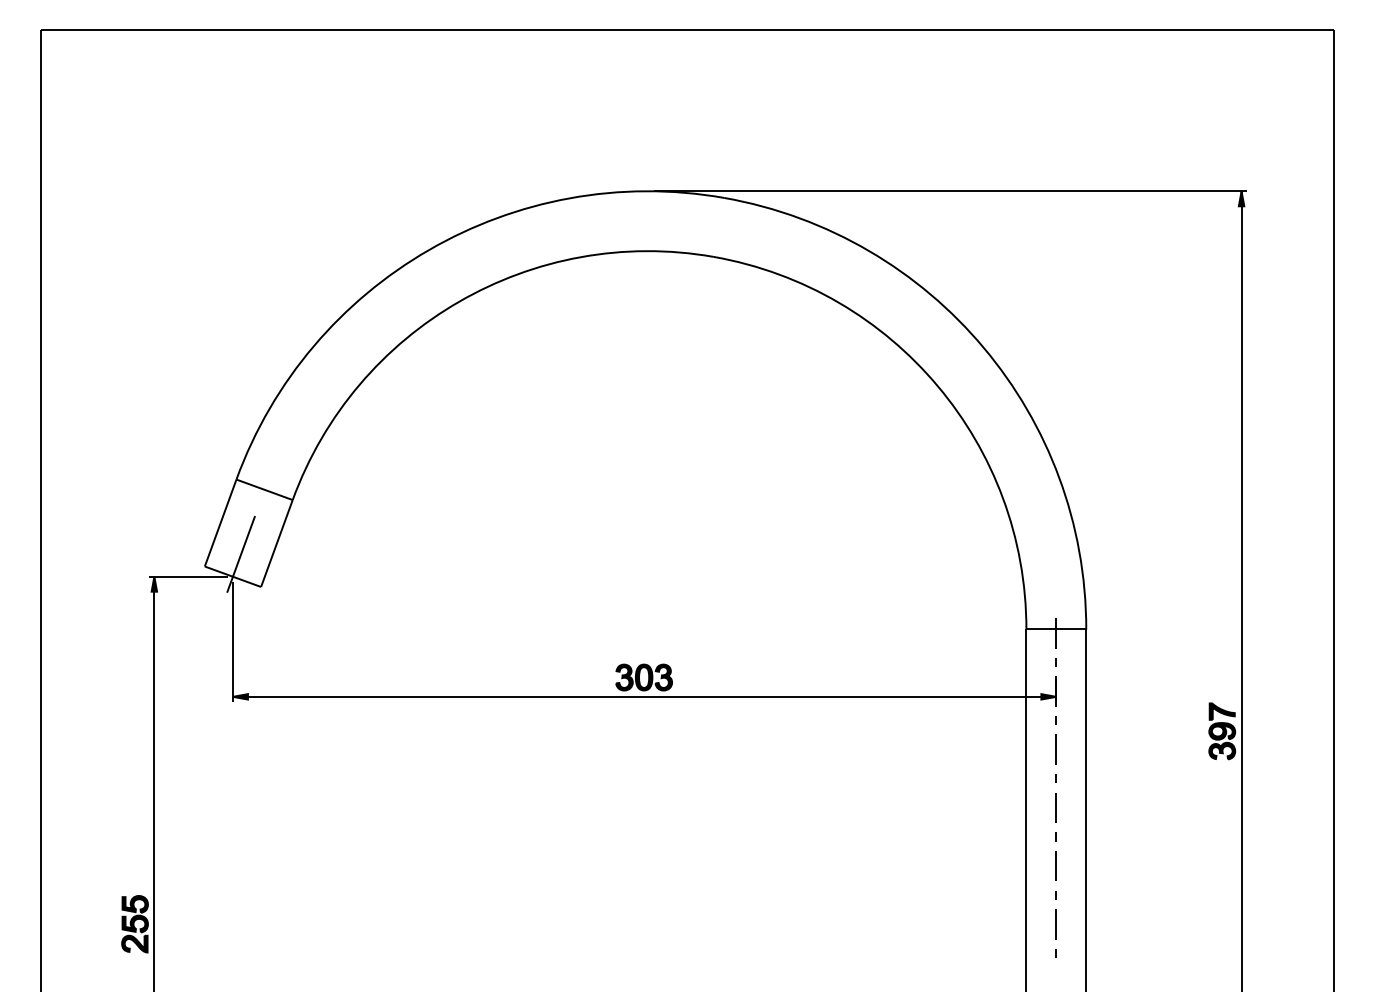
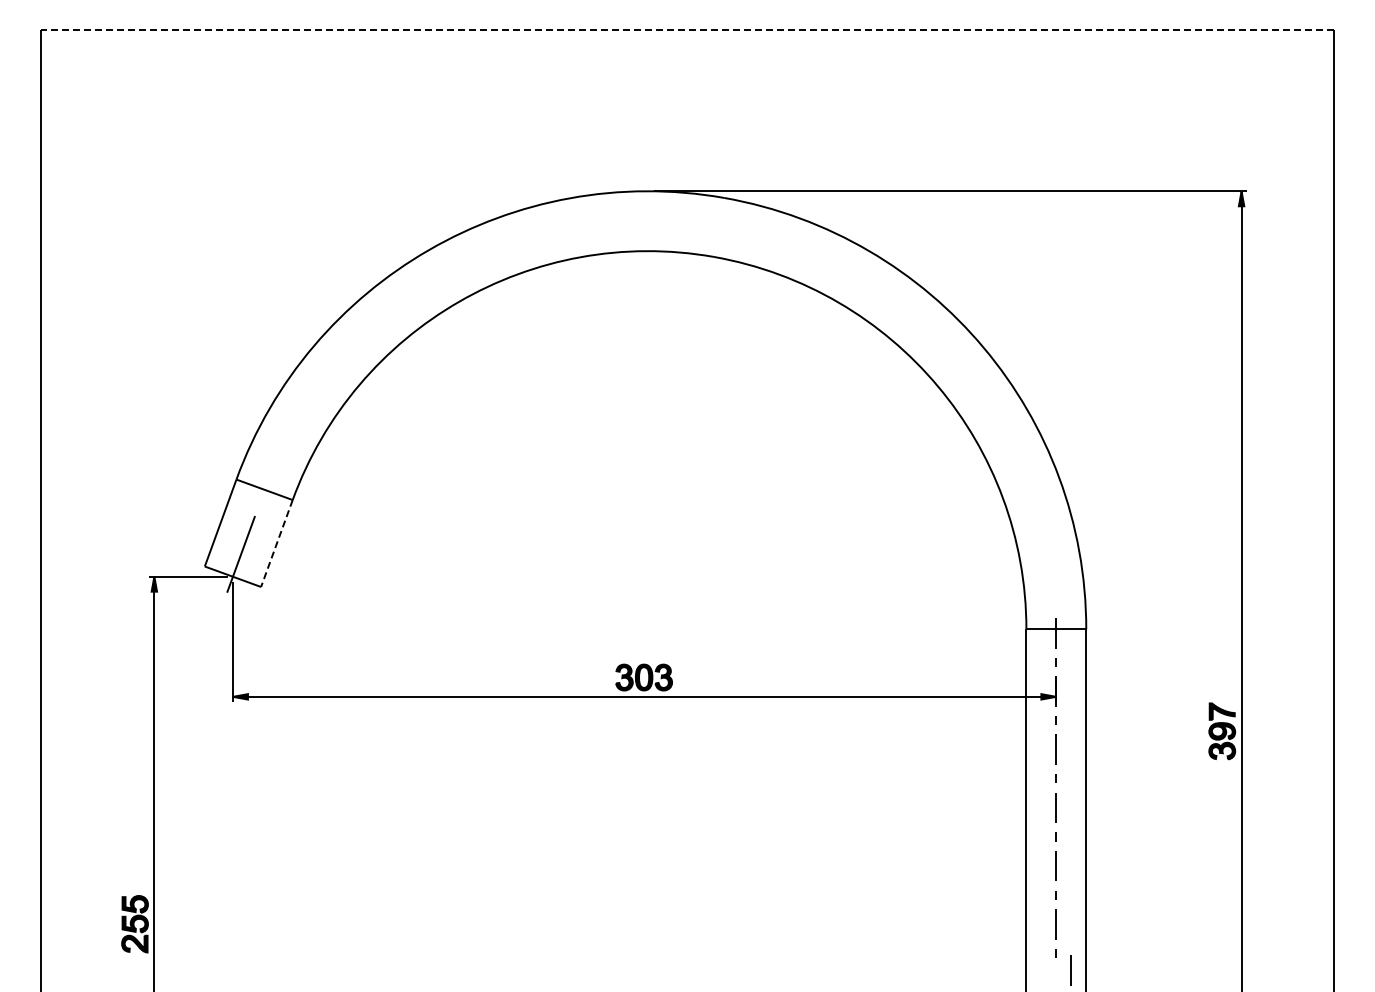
line at (686, 29): solid -> dashed
line at (276, 543): solid -> dashed
line at (1070, 970): none -> present
